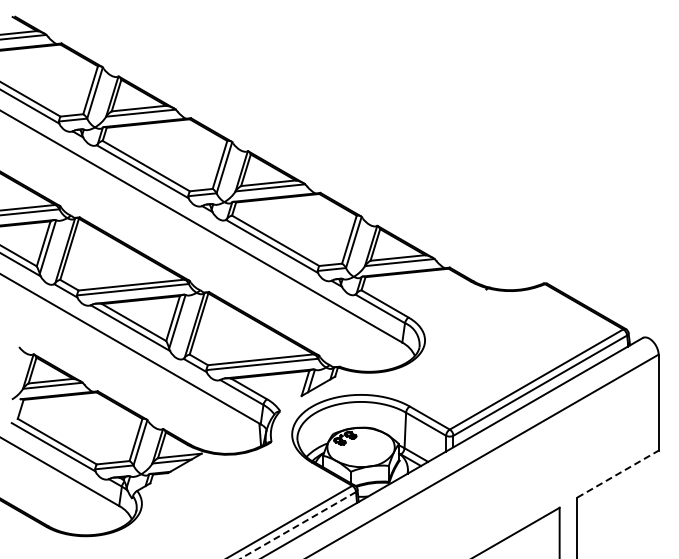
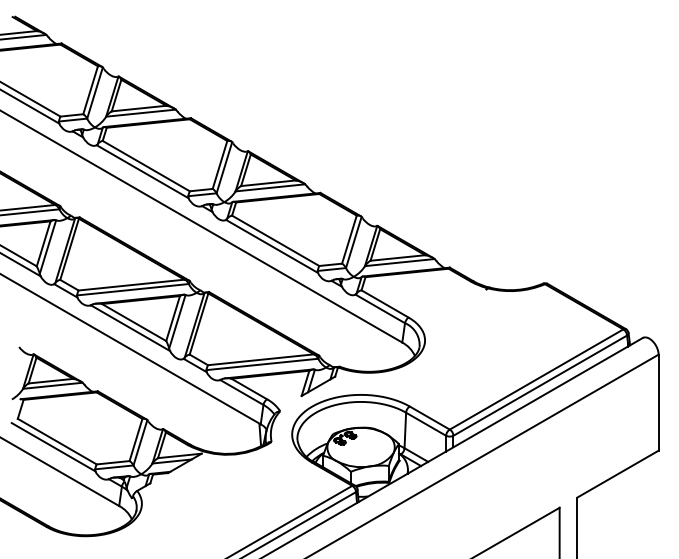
line at (617, 474): dashed -> solid
line at (298, 525): dashed -> solid
